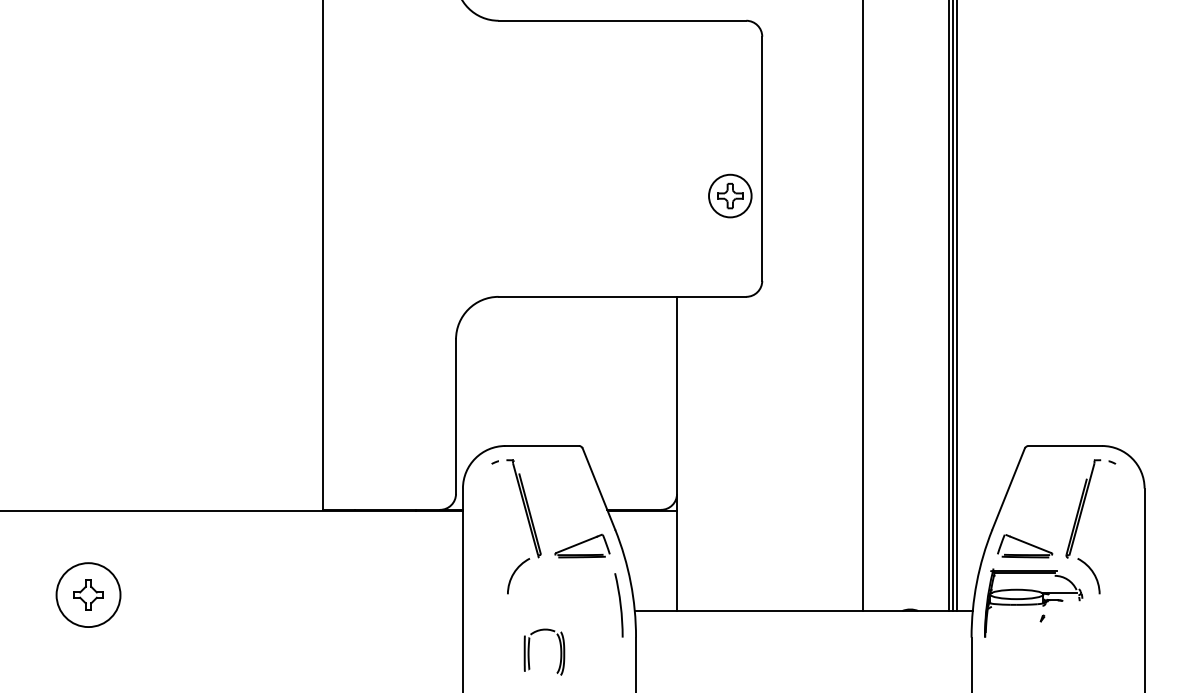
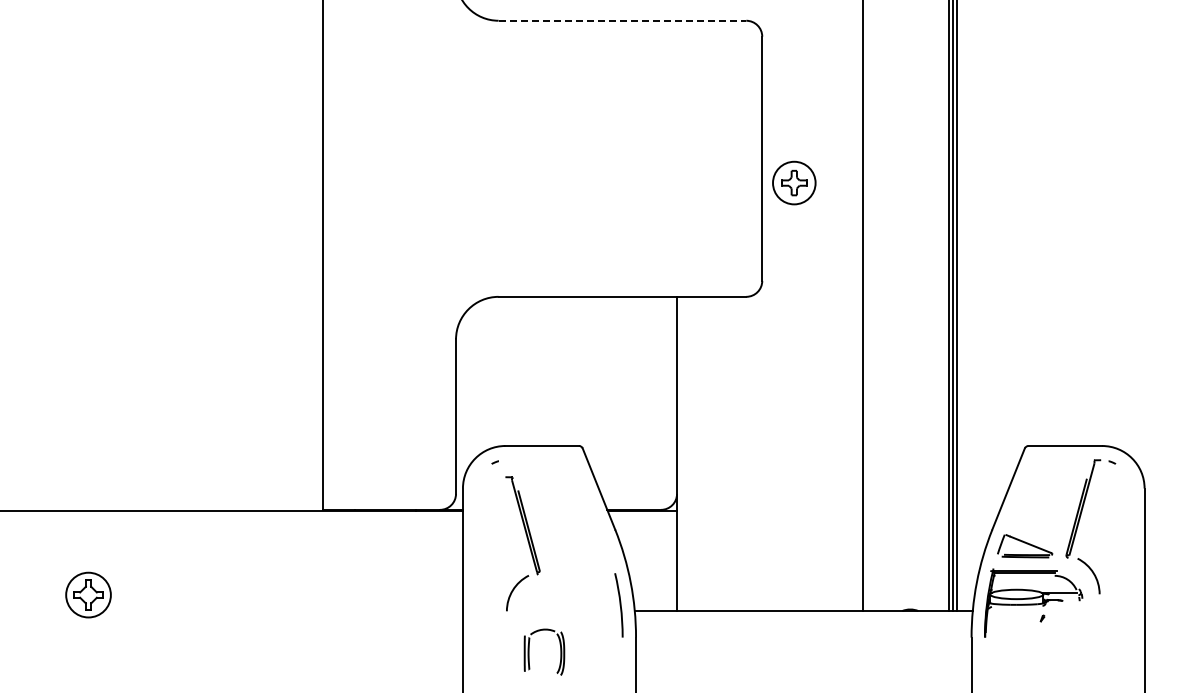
line at (622, 20): solid -> dashed
part at (730, 195) position: (730, 195) -> (794, 182)
part at (523, 526) position: (523, 526) -> (522, 543)
part at (582, 545): present -> none
circle at (88, 595) diameter: 64 px -> 45 px
